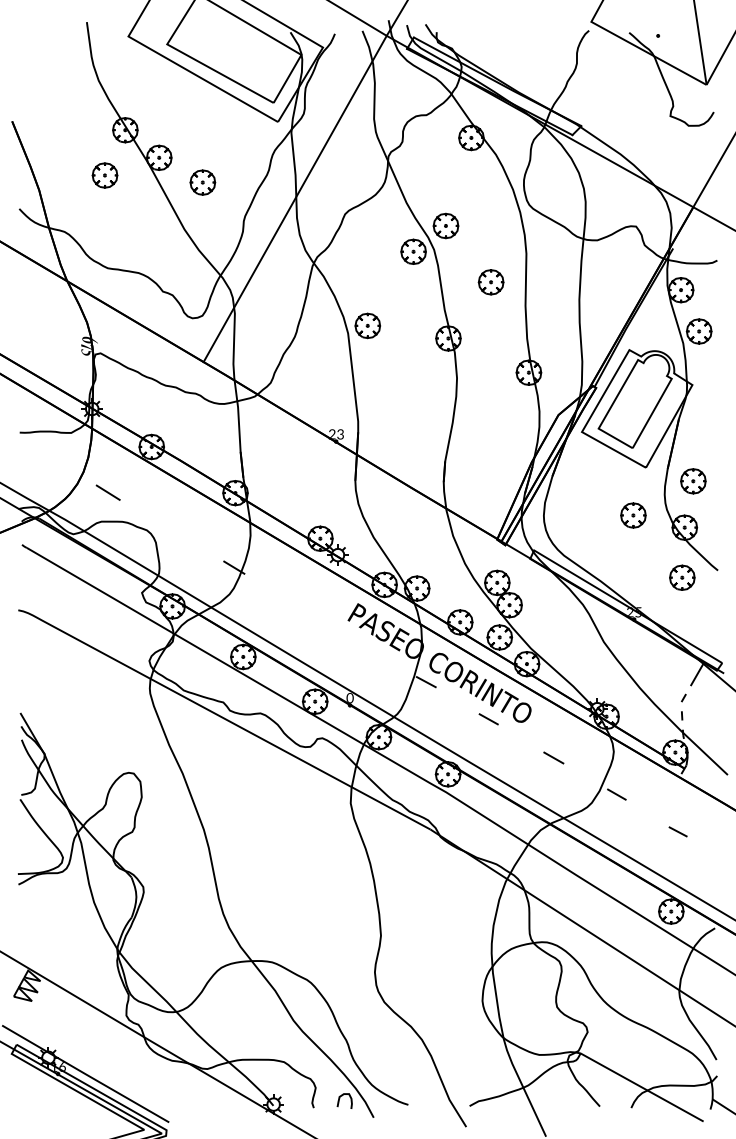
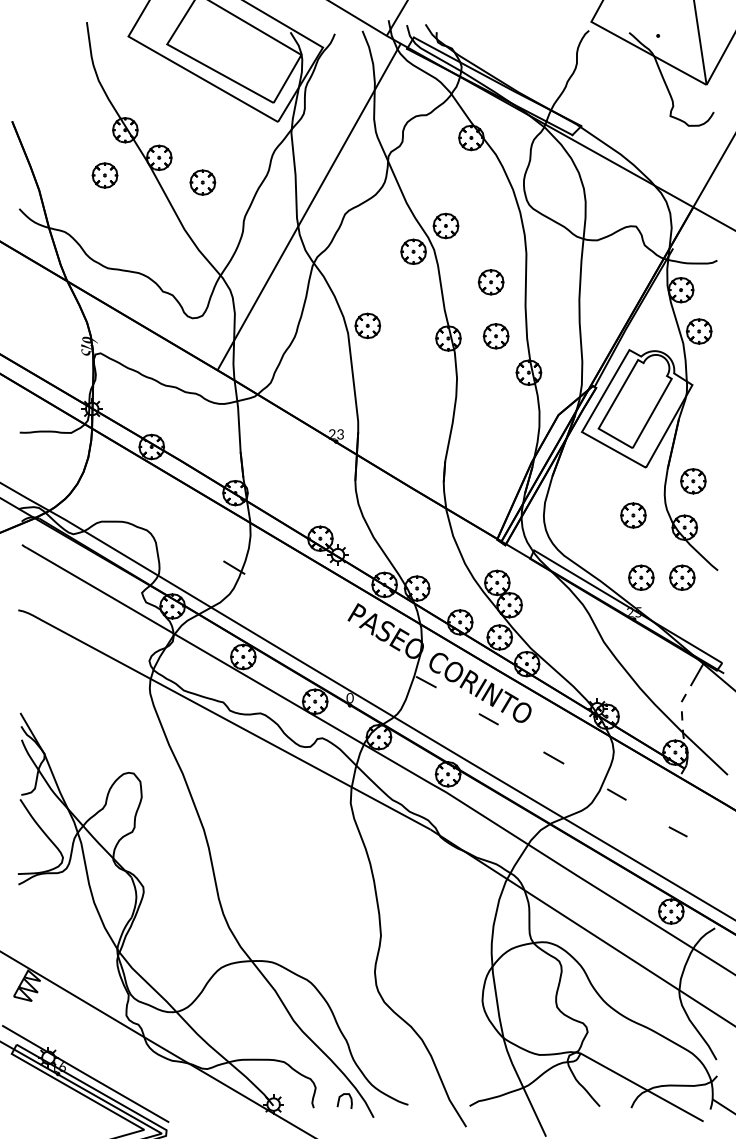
line at (294, 198) position: (294, 198) -> (308, 206)
part at (495, 336): none -> present
line at (107, 492): present -> none
part at (641, 577): none -> present
